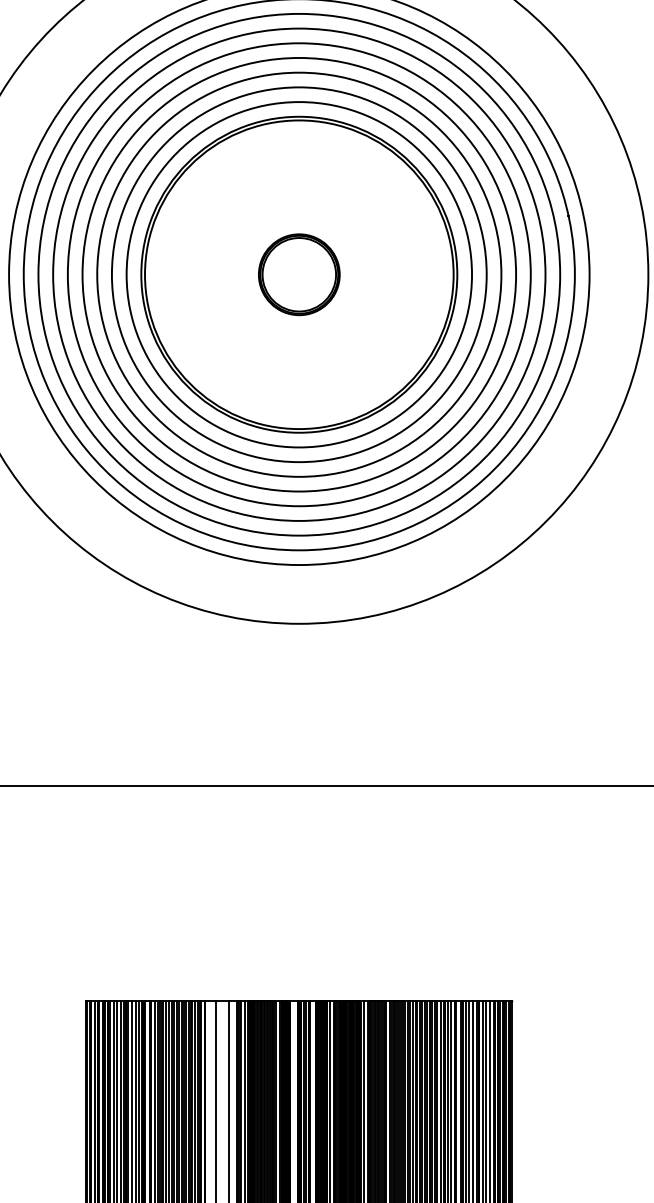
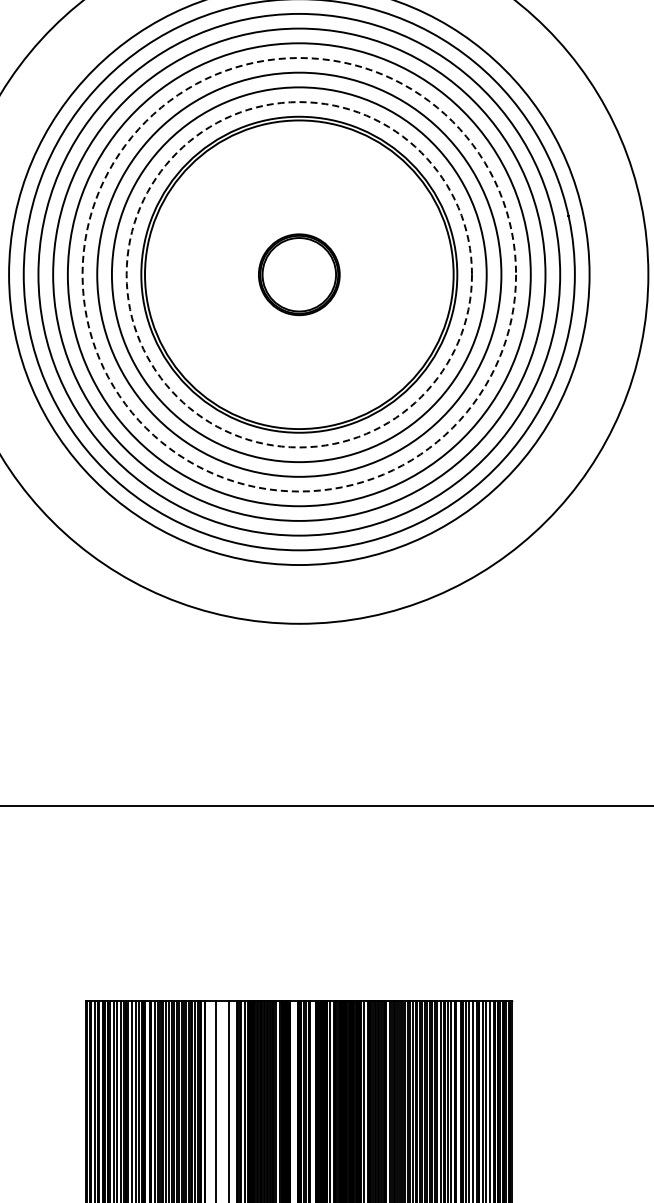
circle at (299, 274): solid -> dashed
circle at (299, 274): solid -> dashed
line at (326, 786) position: (326, 786) -> (326, 806)
